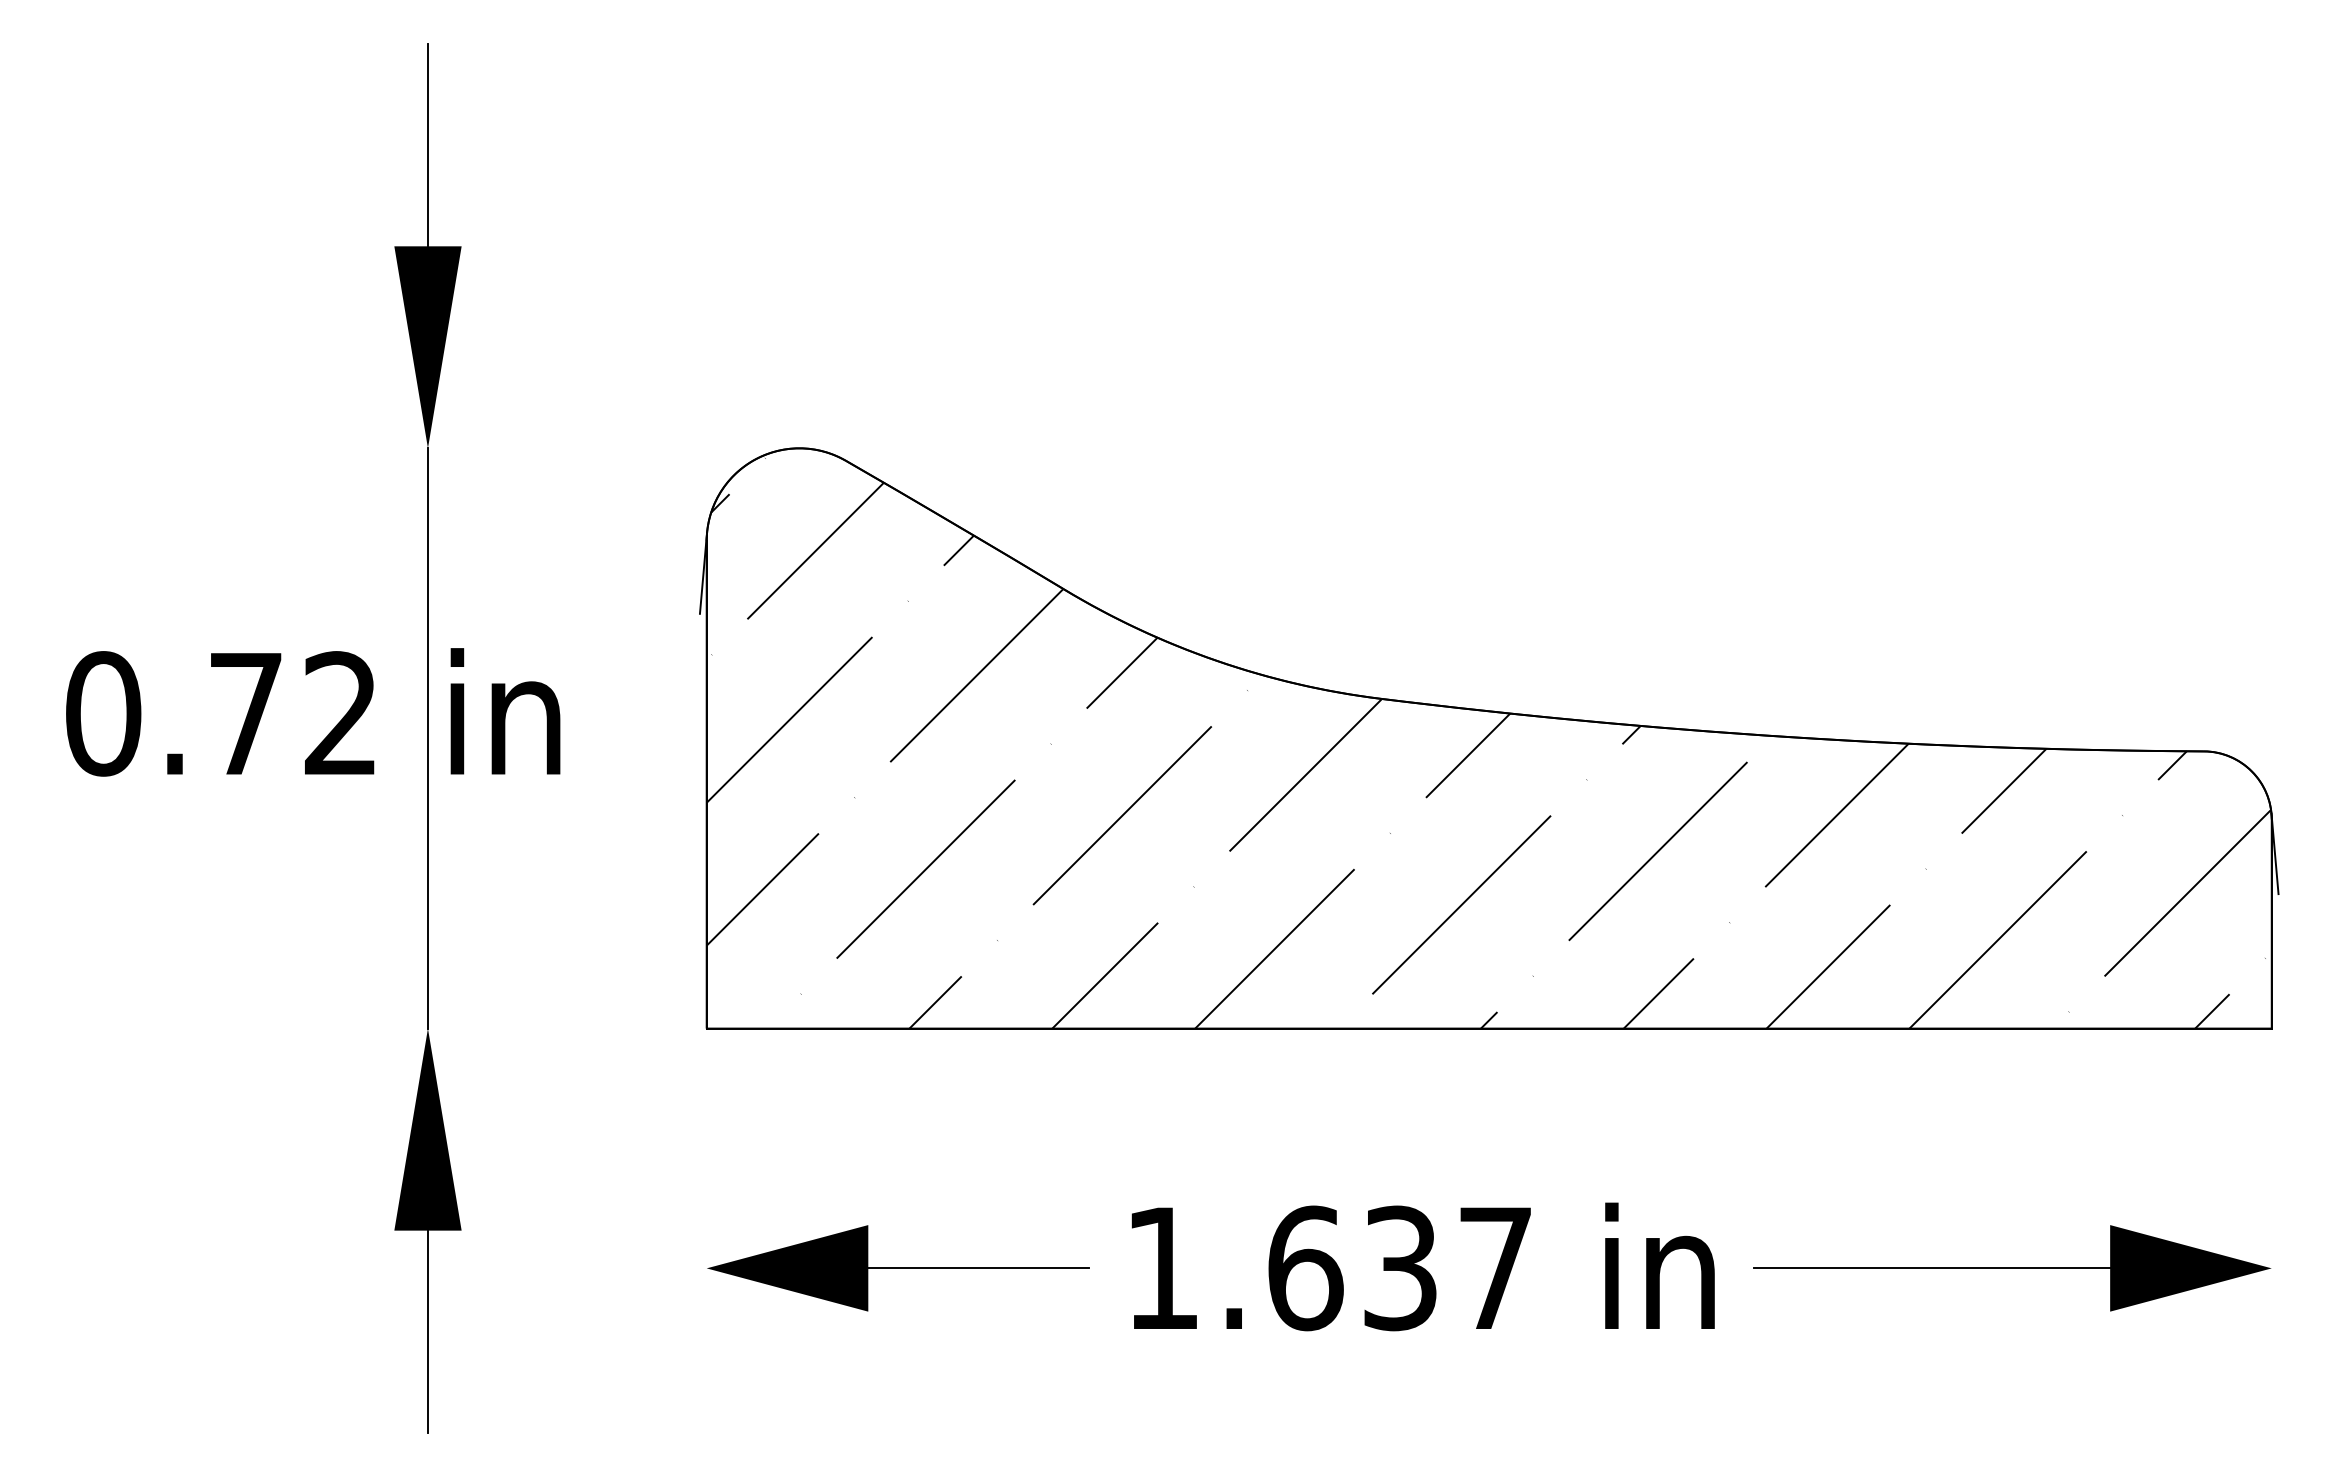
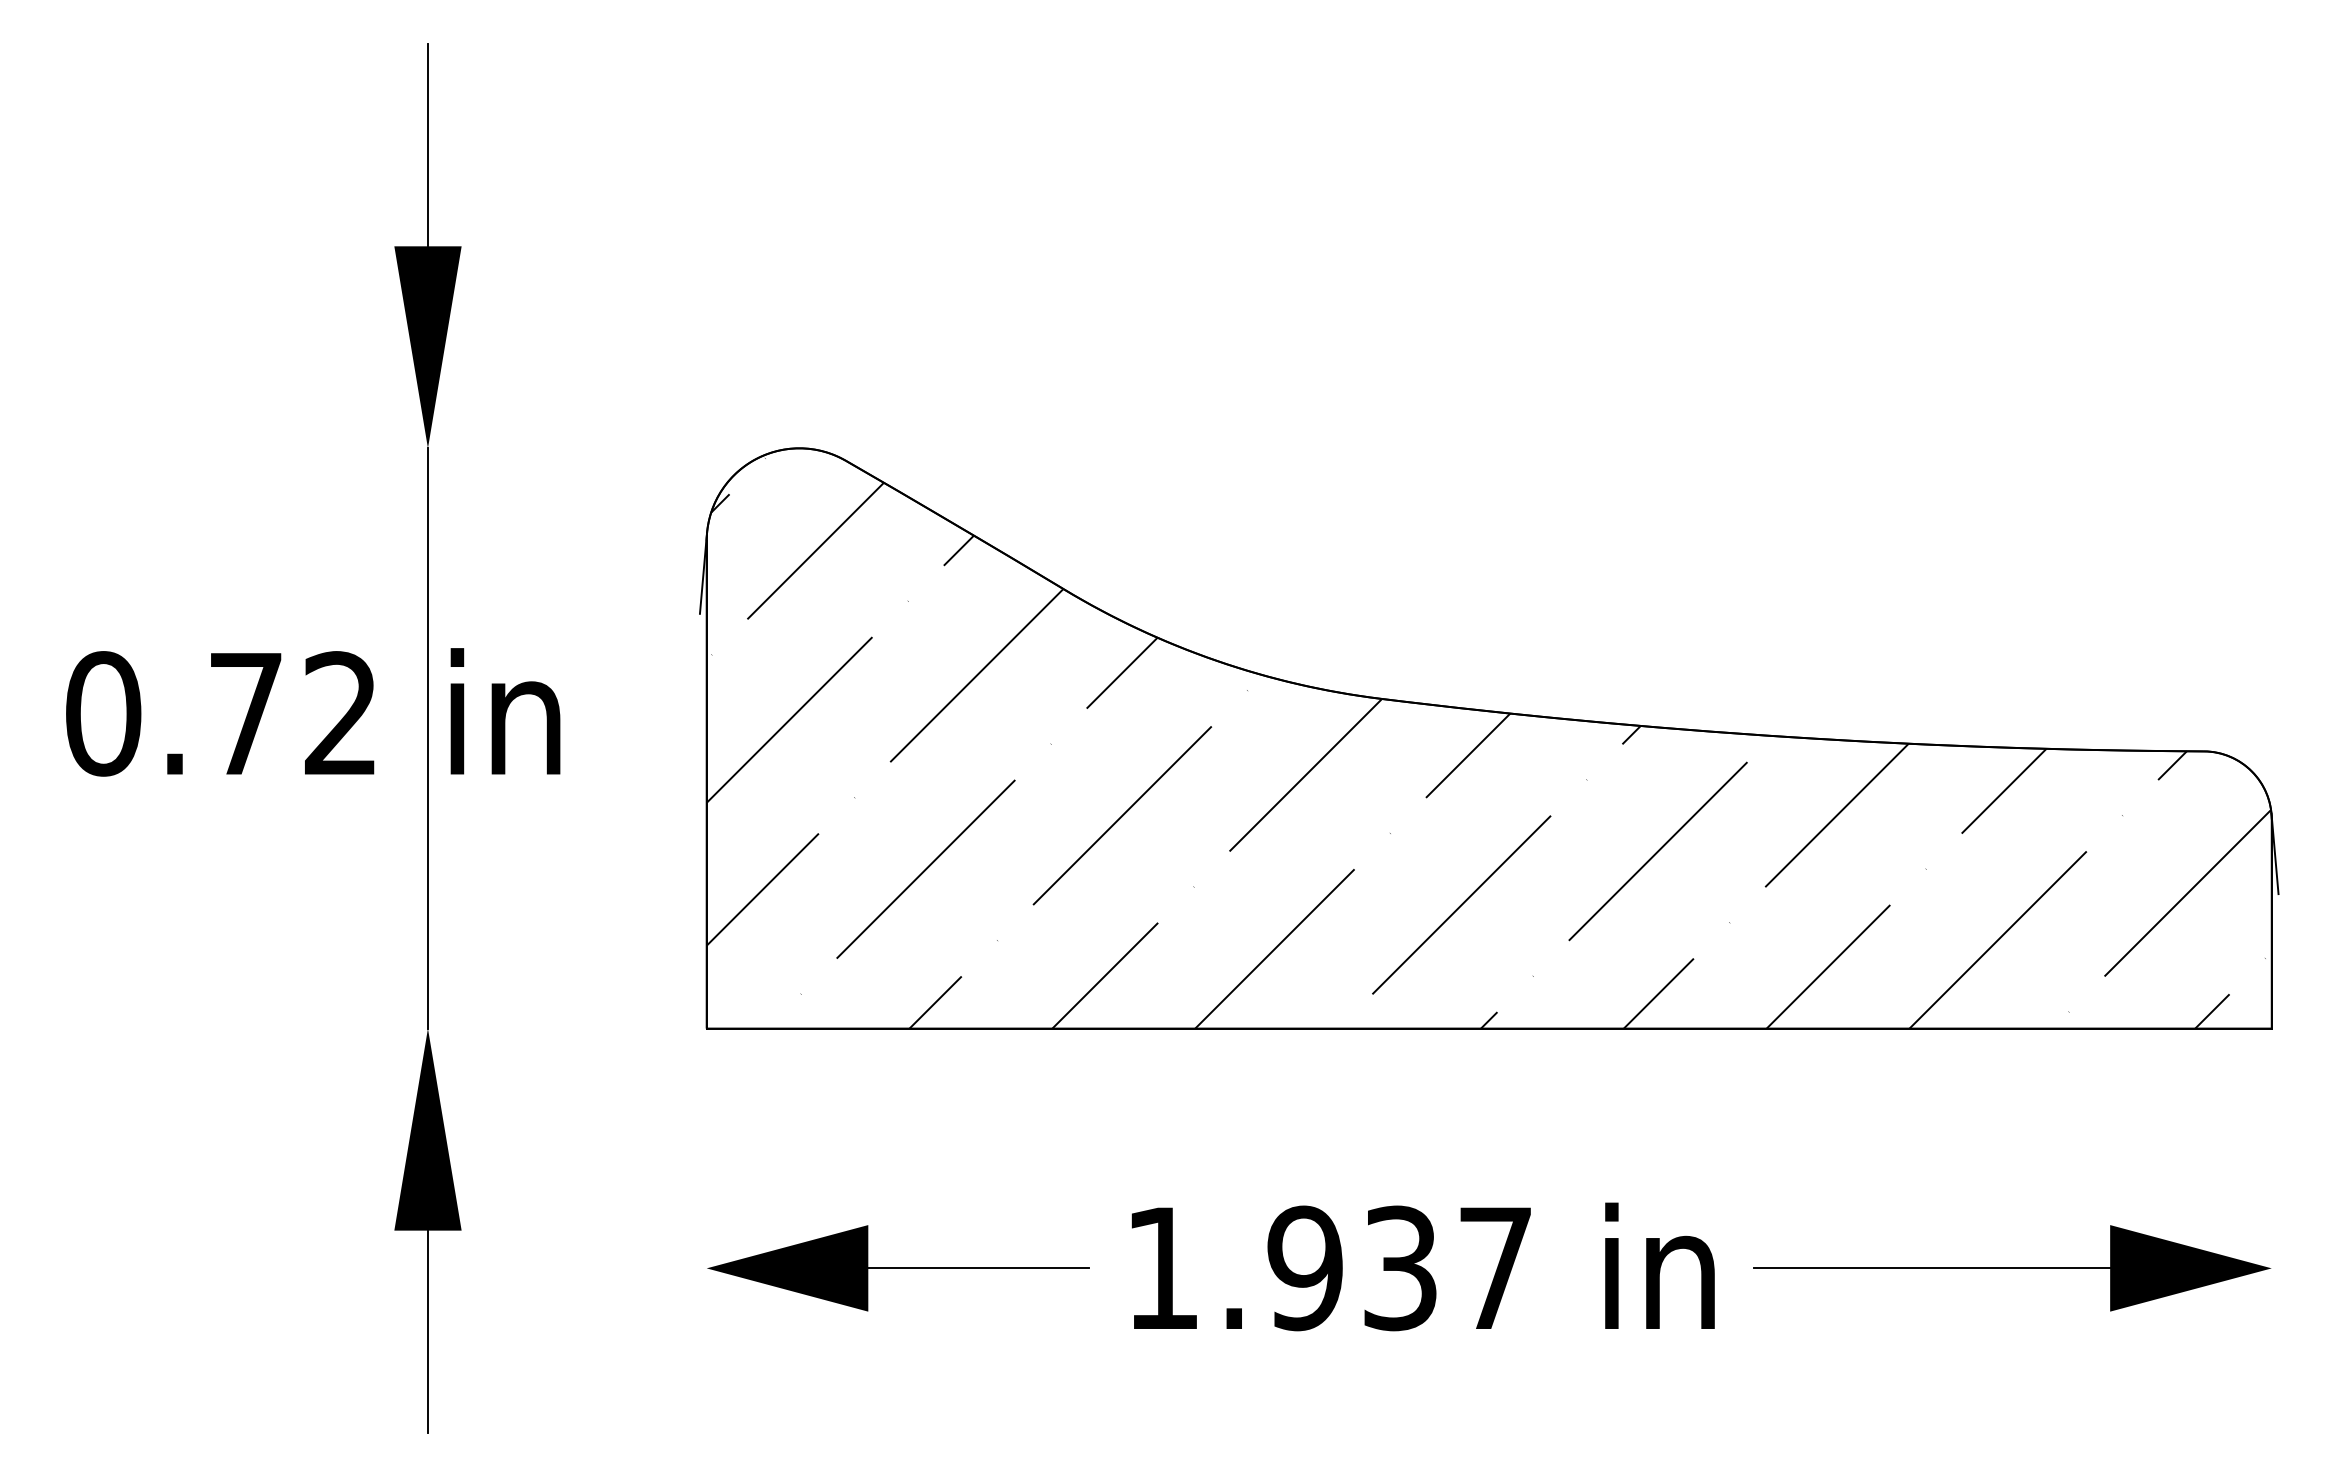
text at (1305, 1268): 1.637 -> 1.937
